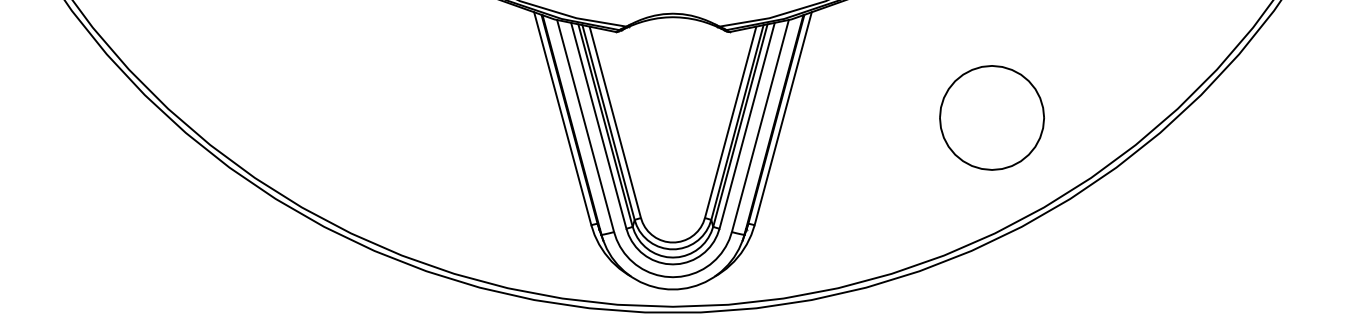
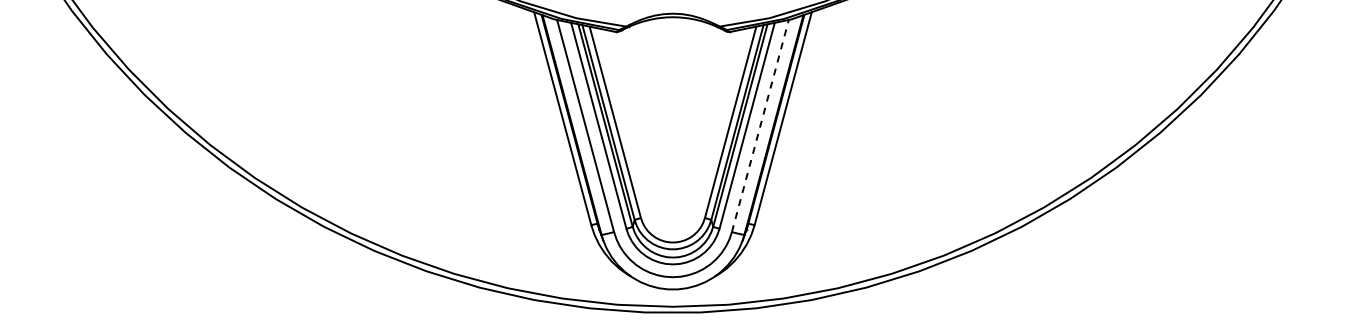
part at (991, 117): present -> none
line at (760, 126): solid -> dashed
